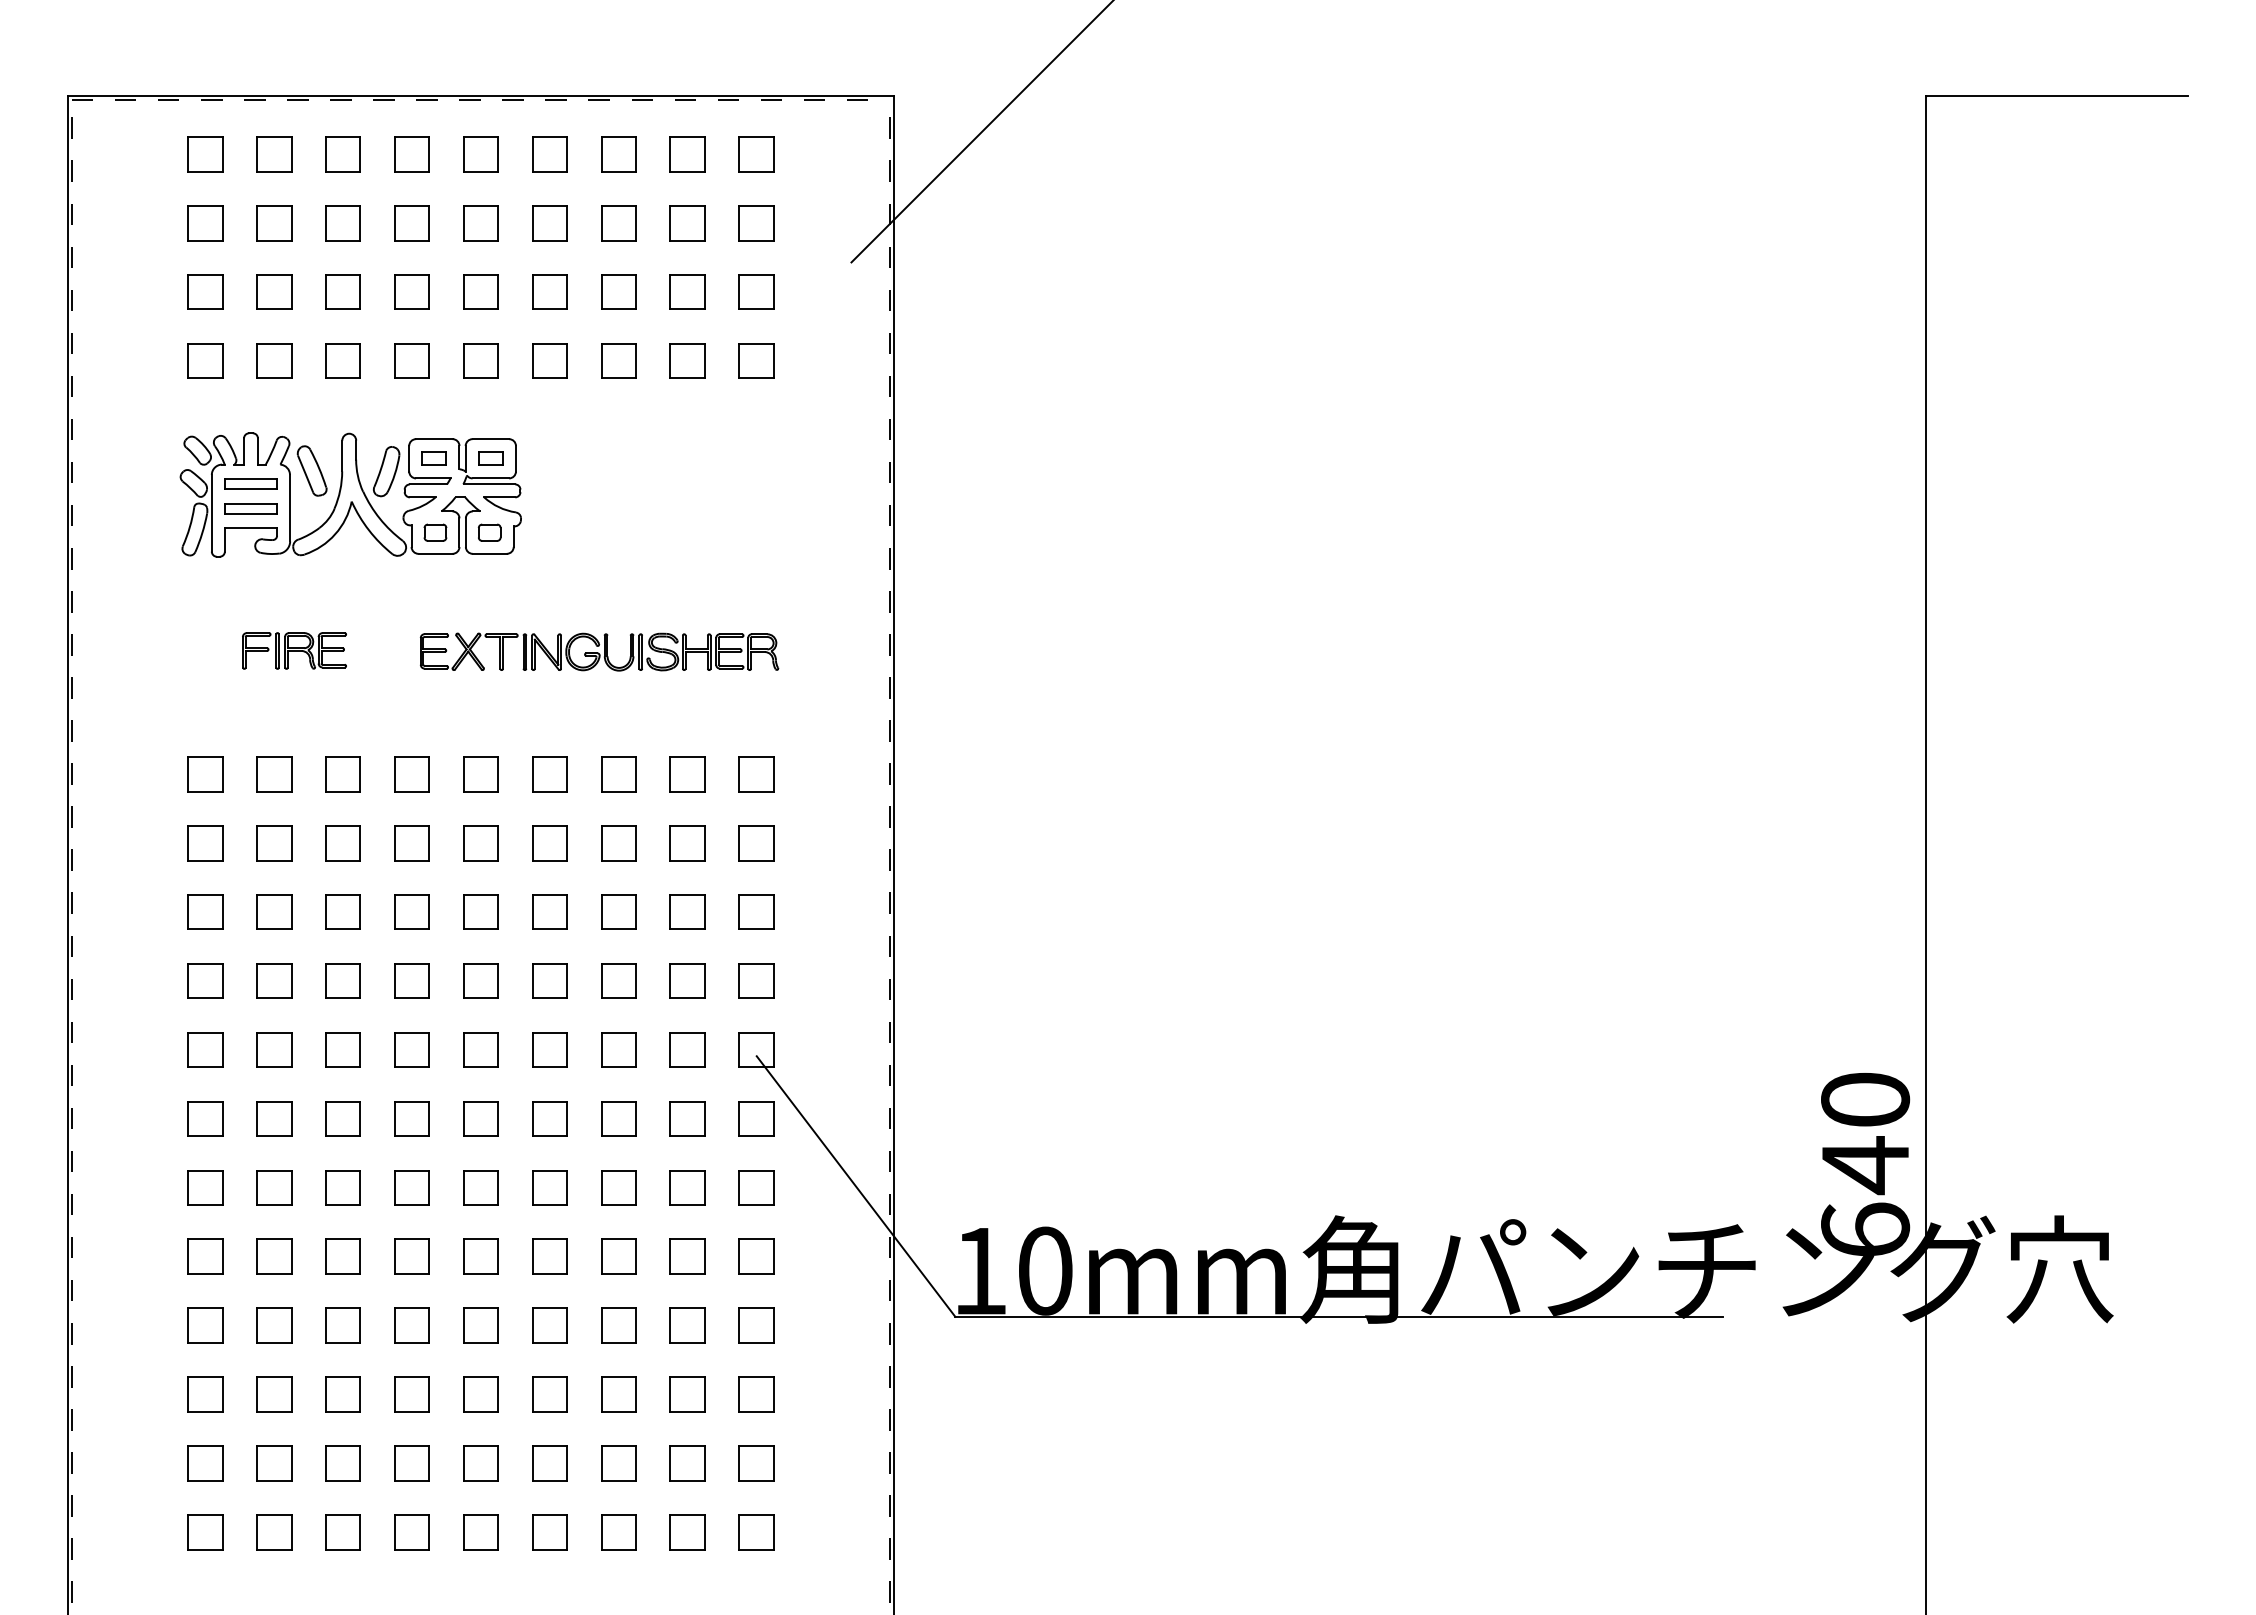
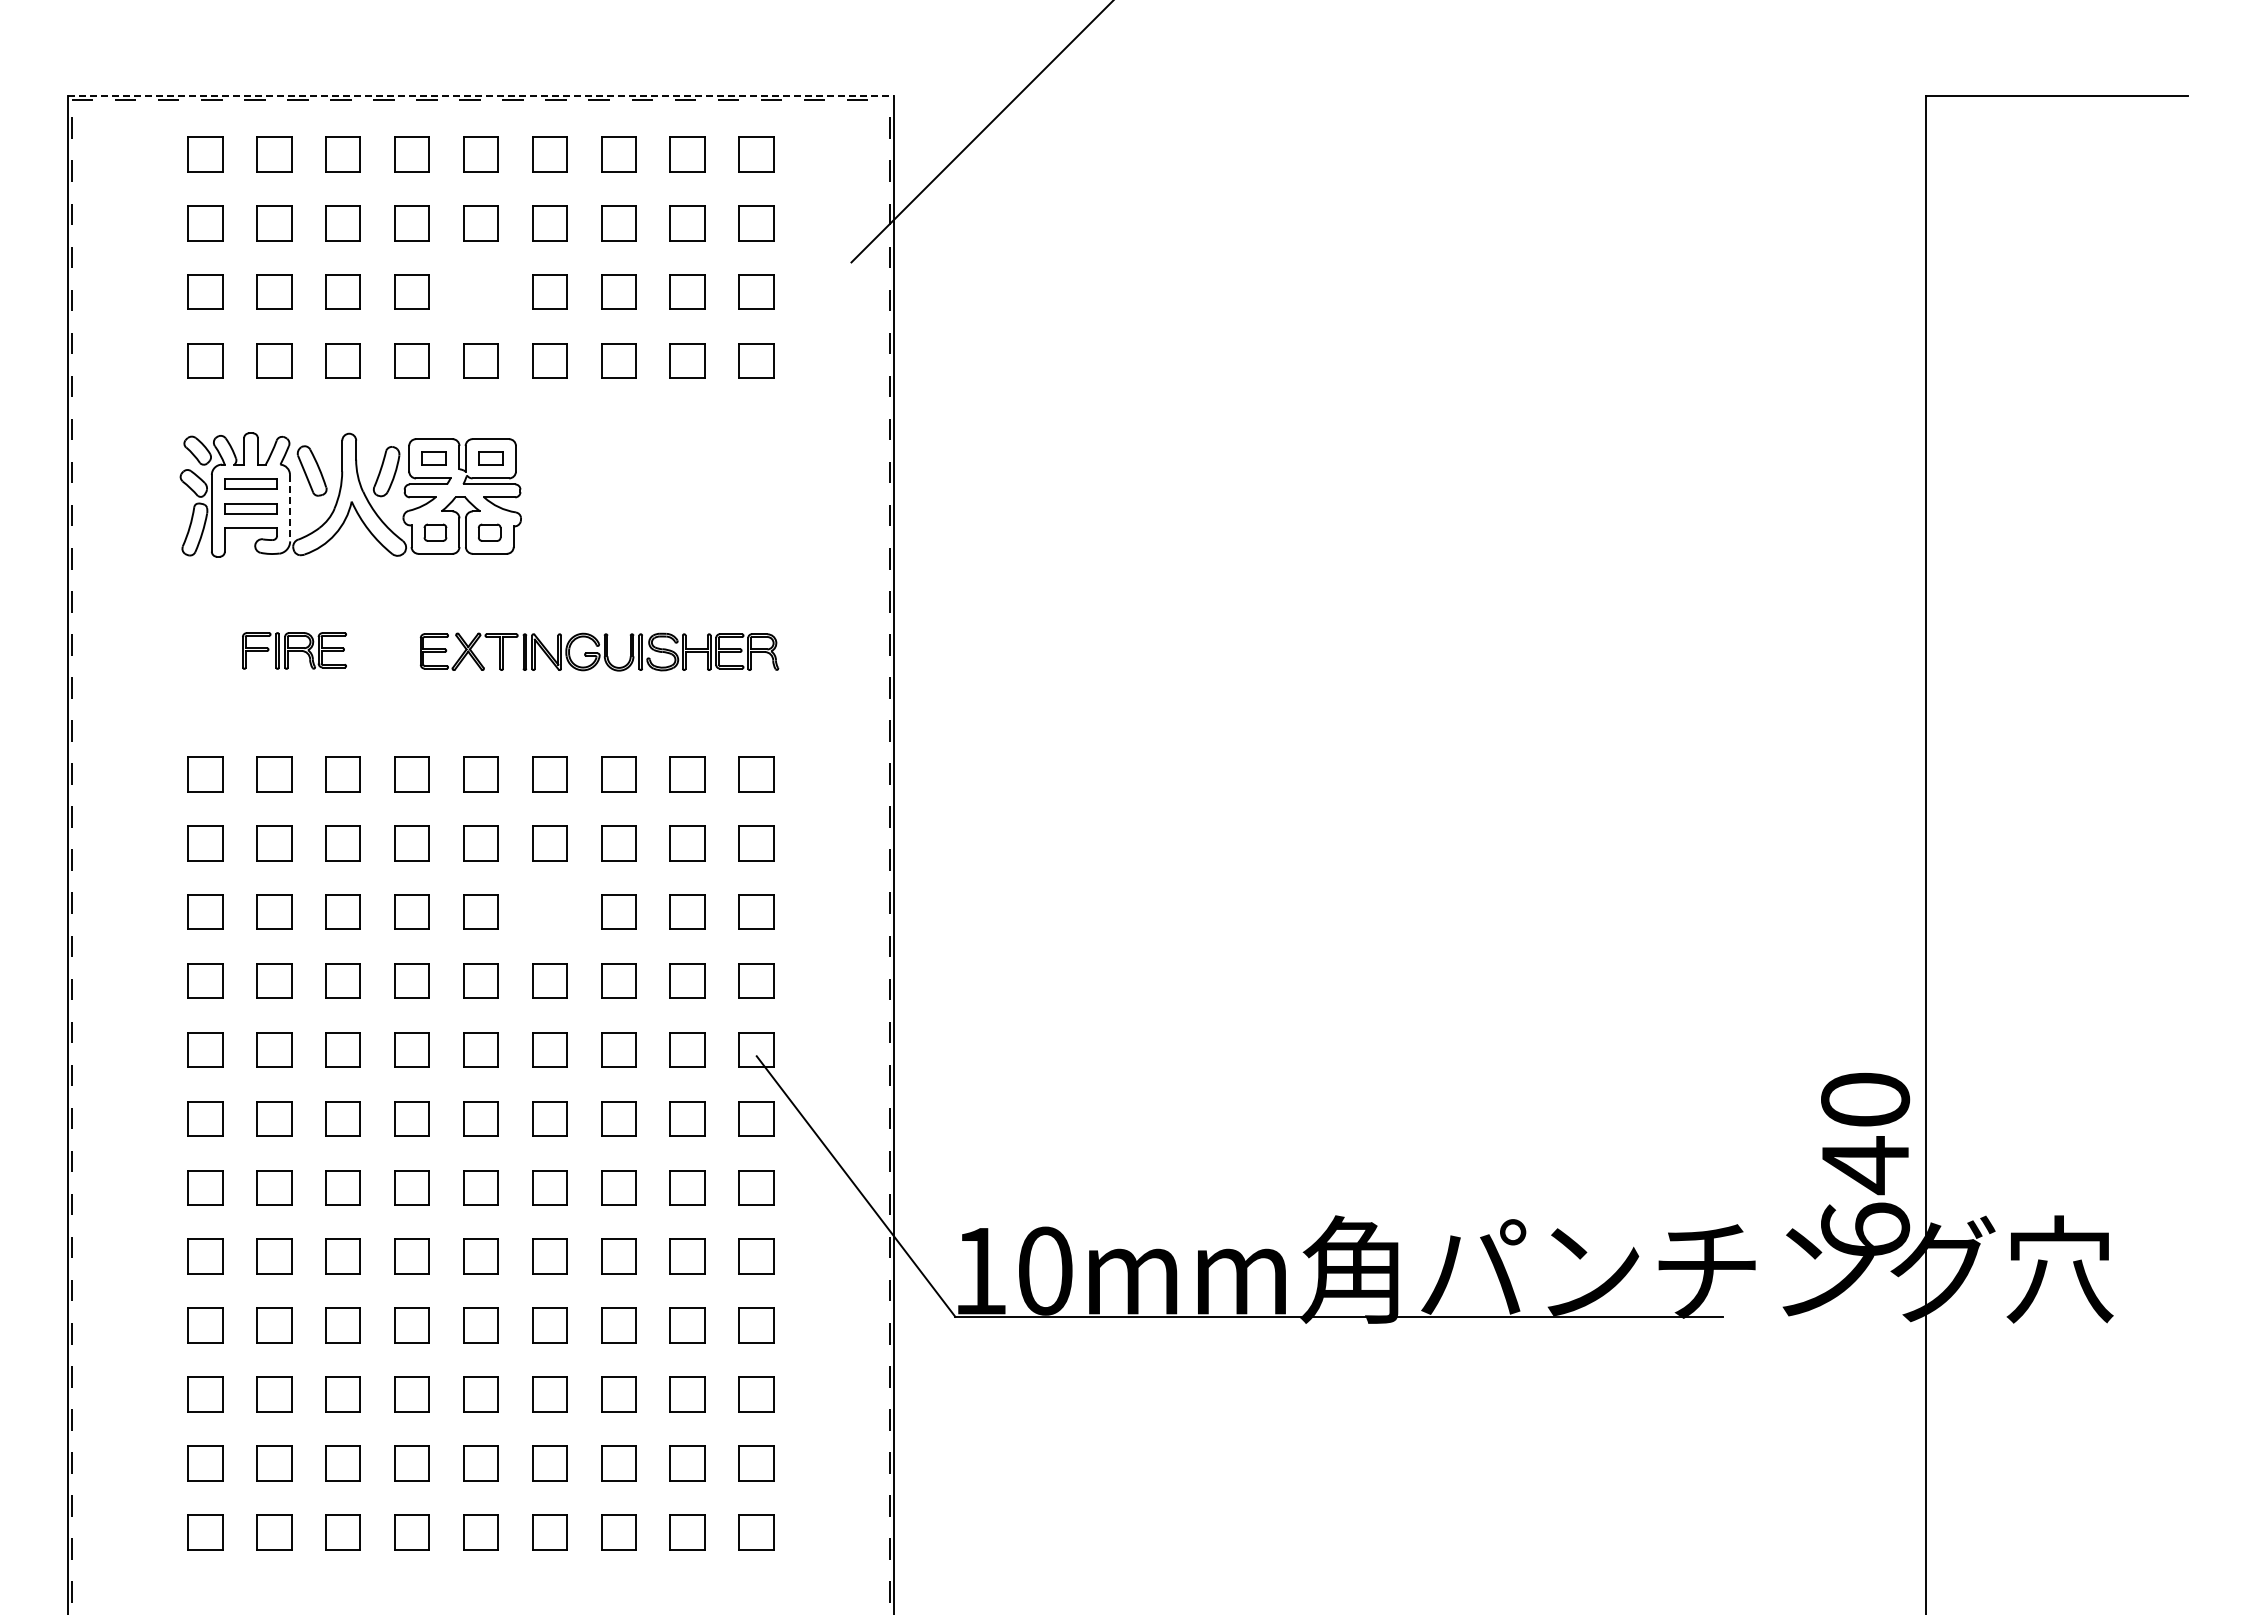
line at (481, 95): solid -> dashed
part at (480, 291): present -> none
line at (290, 508): solid -> dashed
part at (549, 911): present -> none
